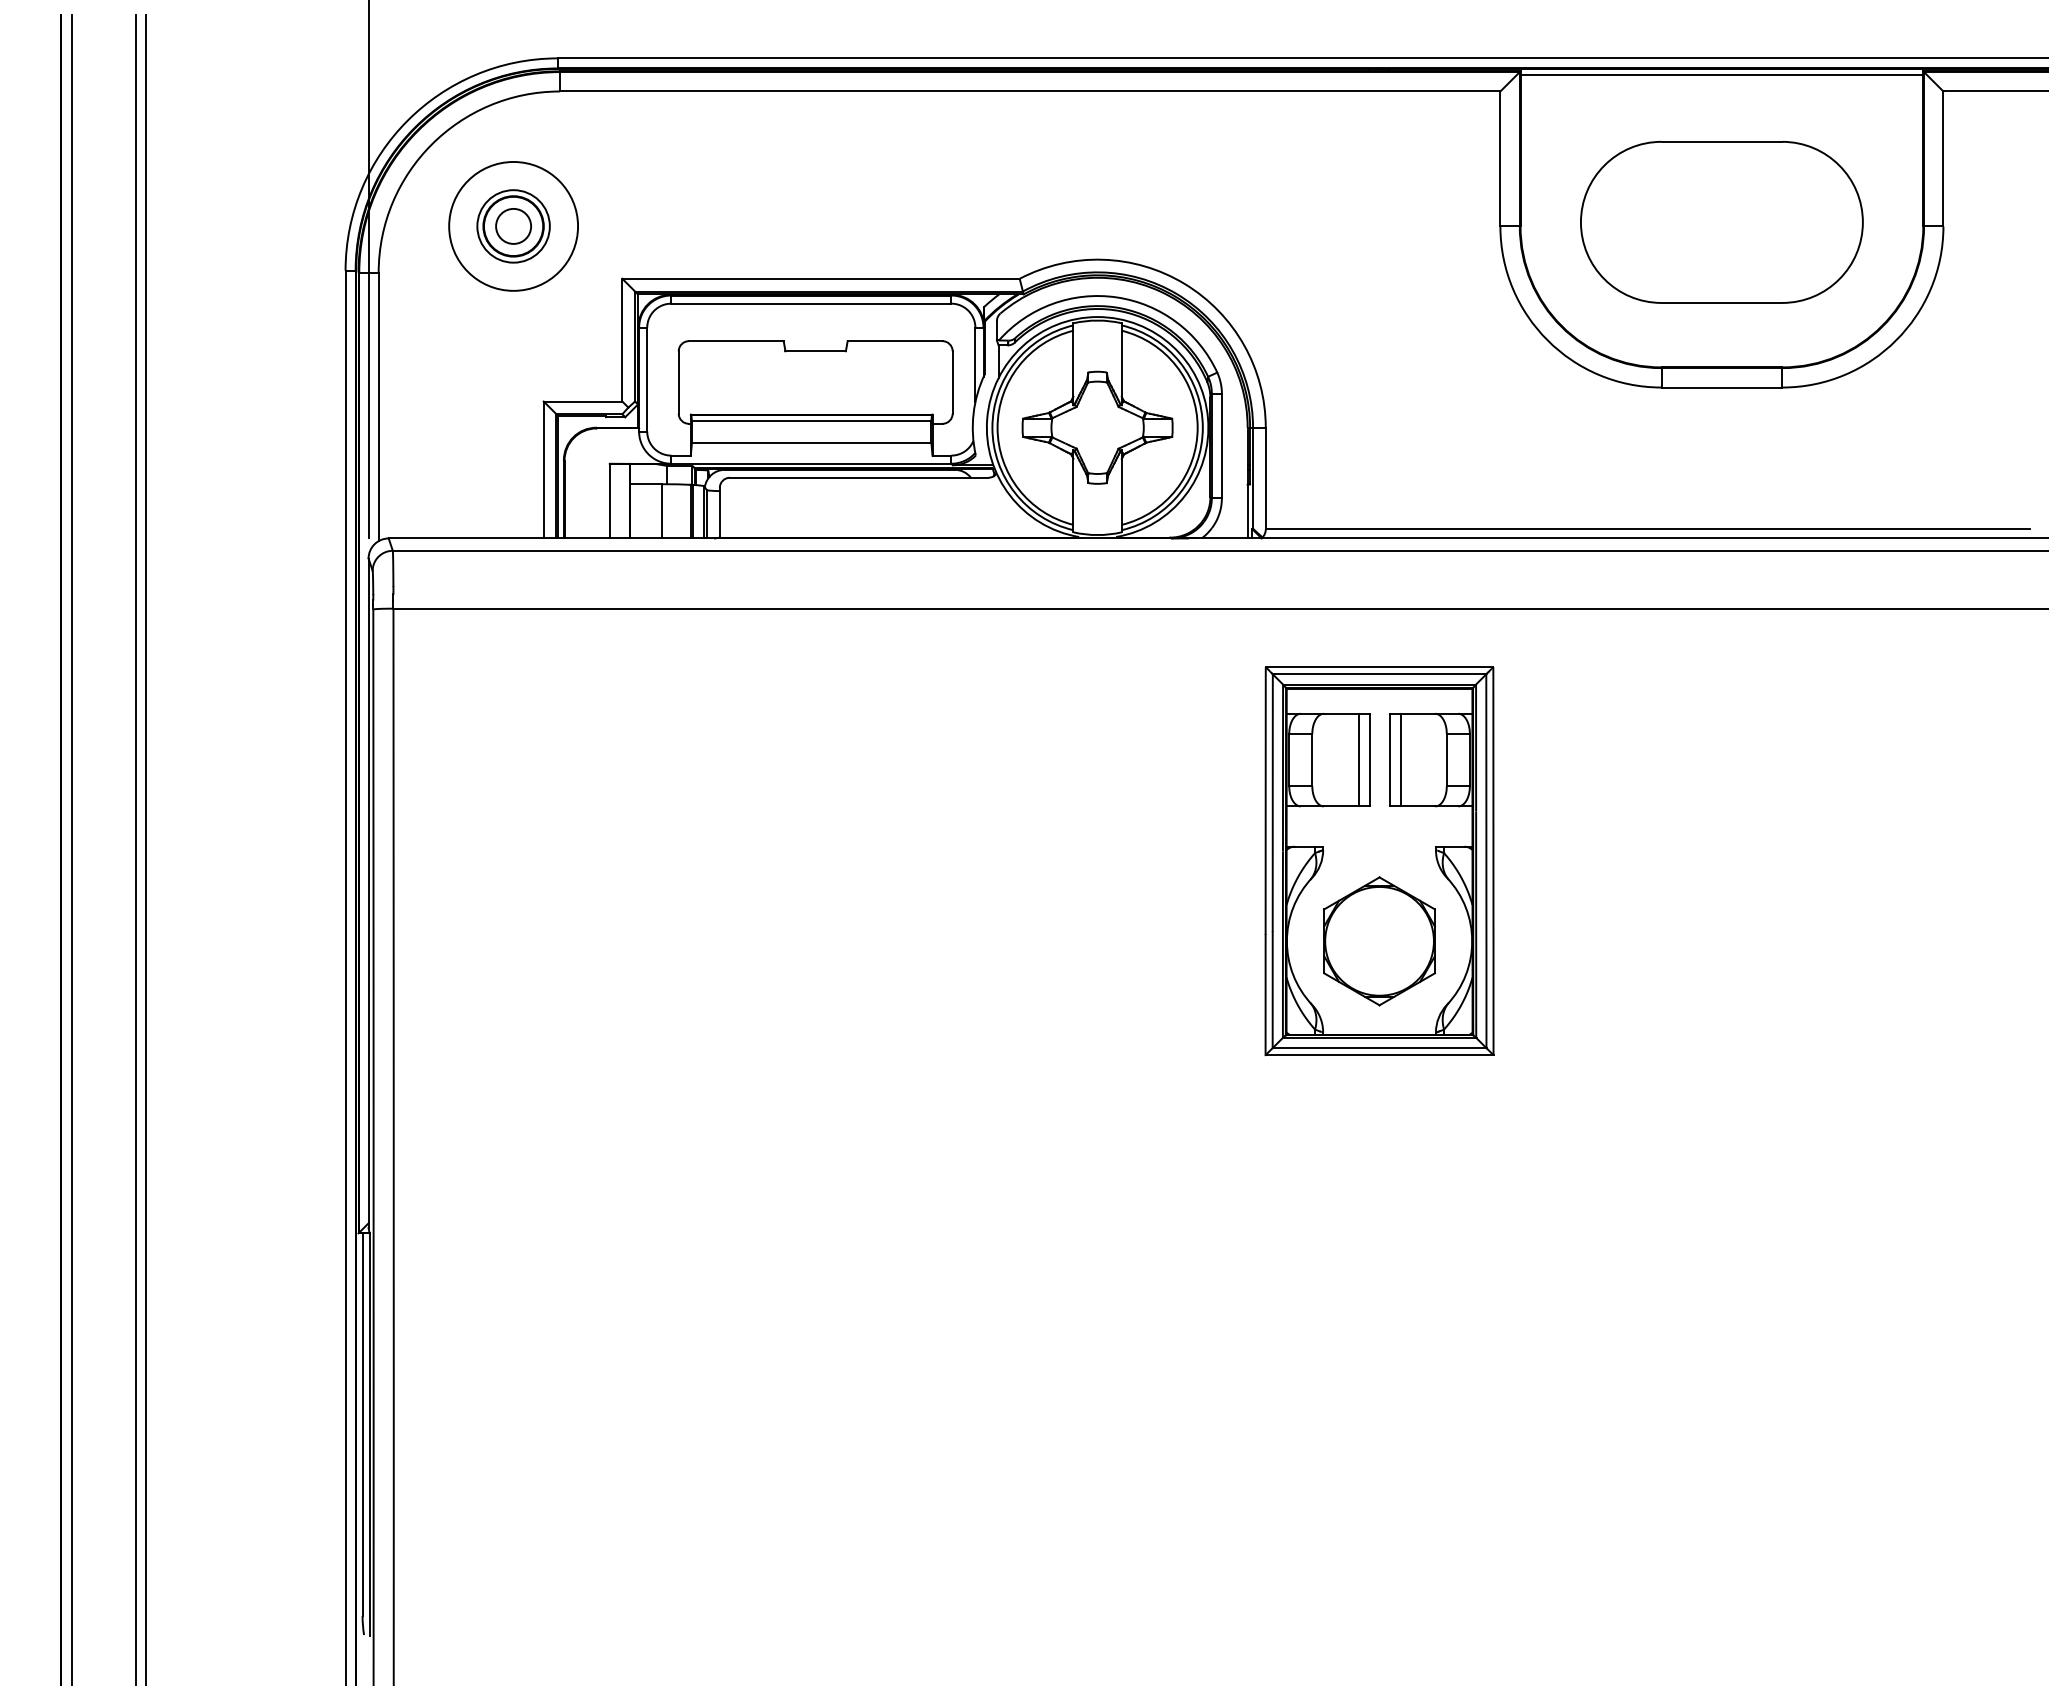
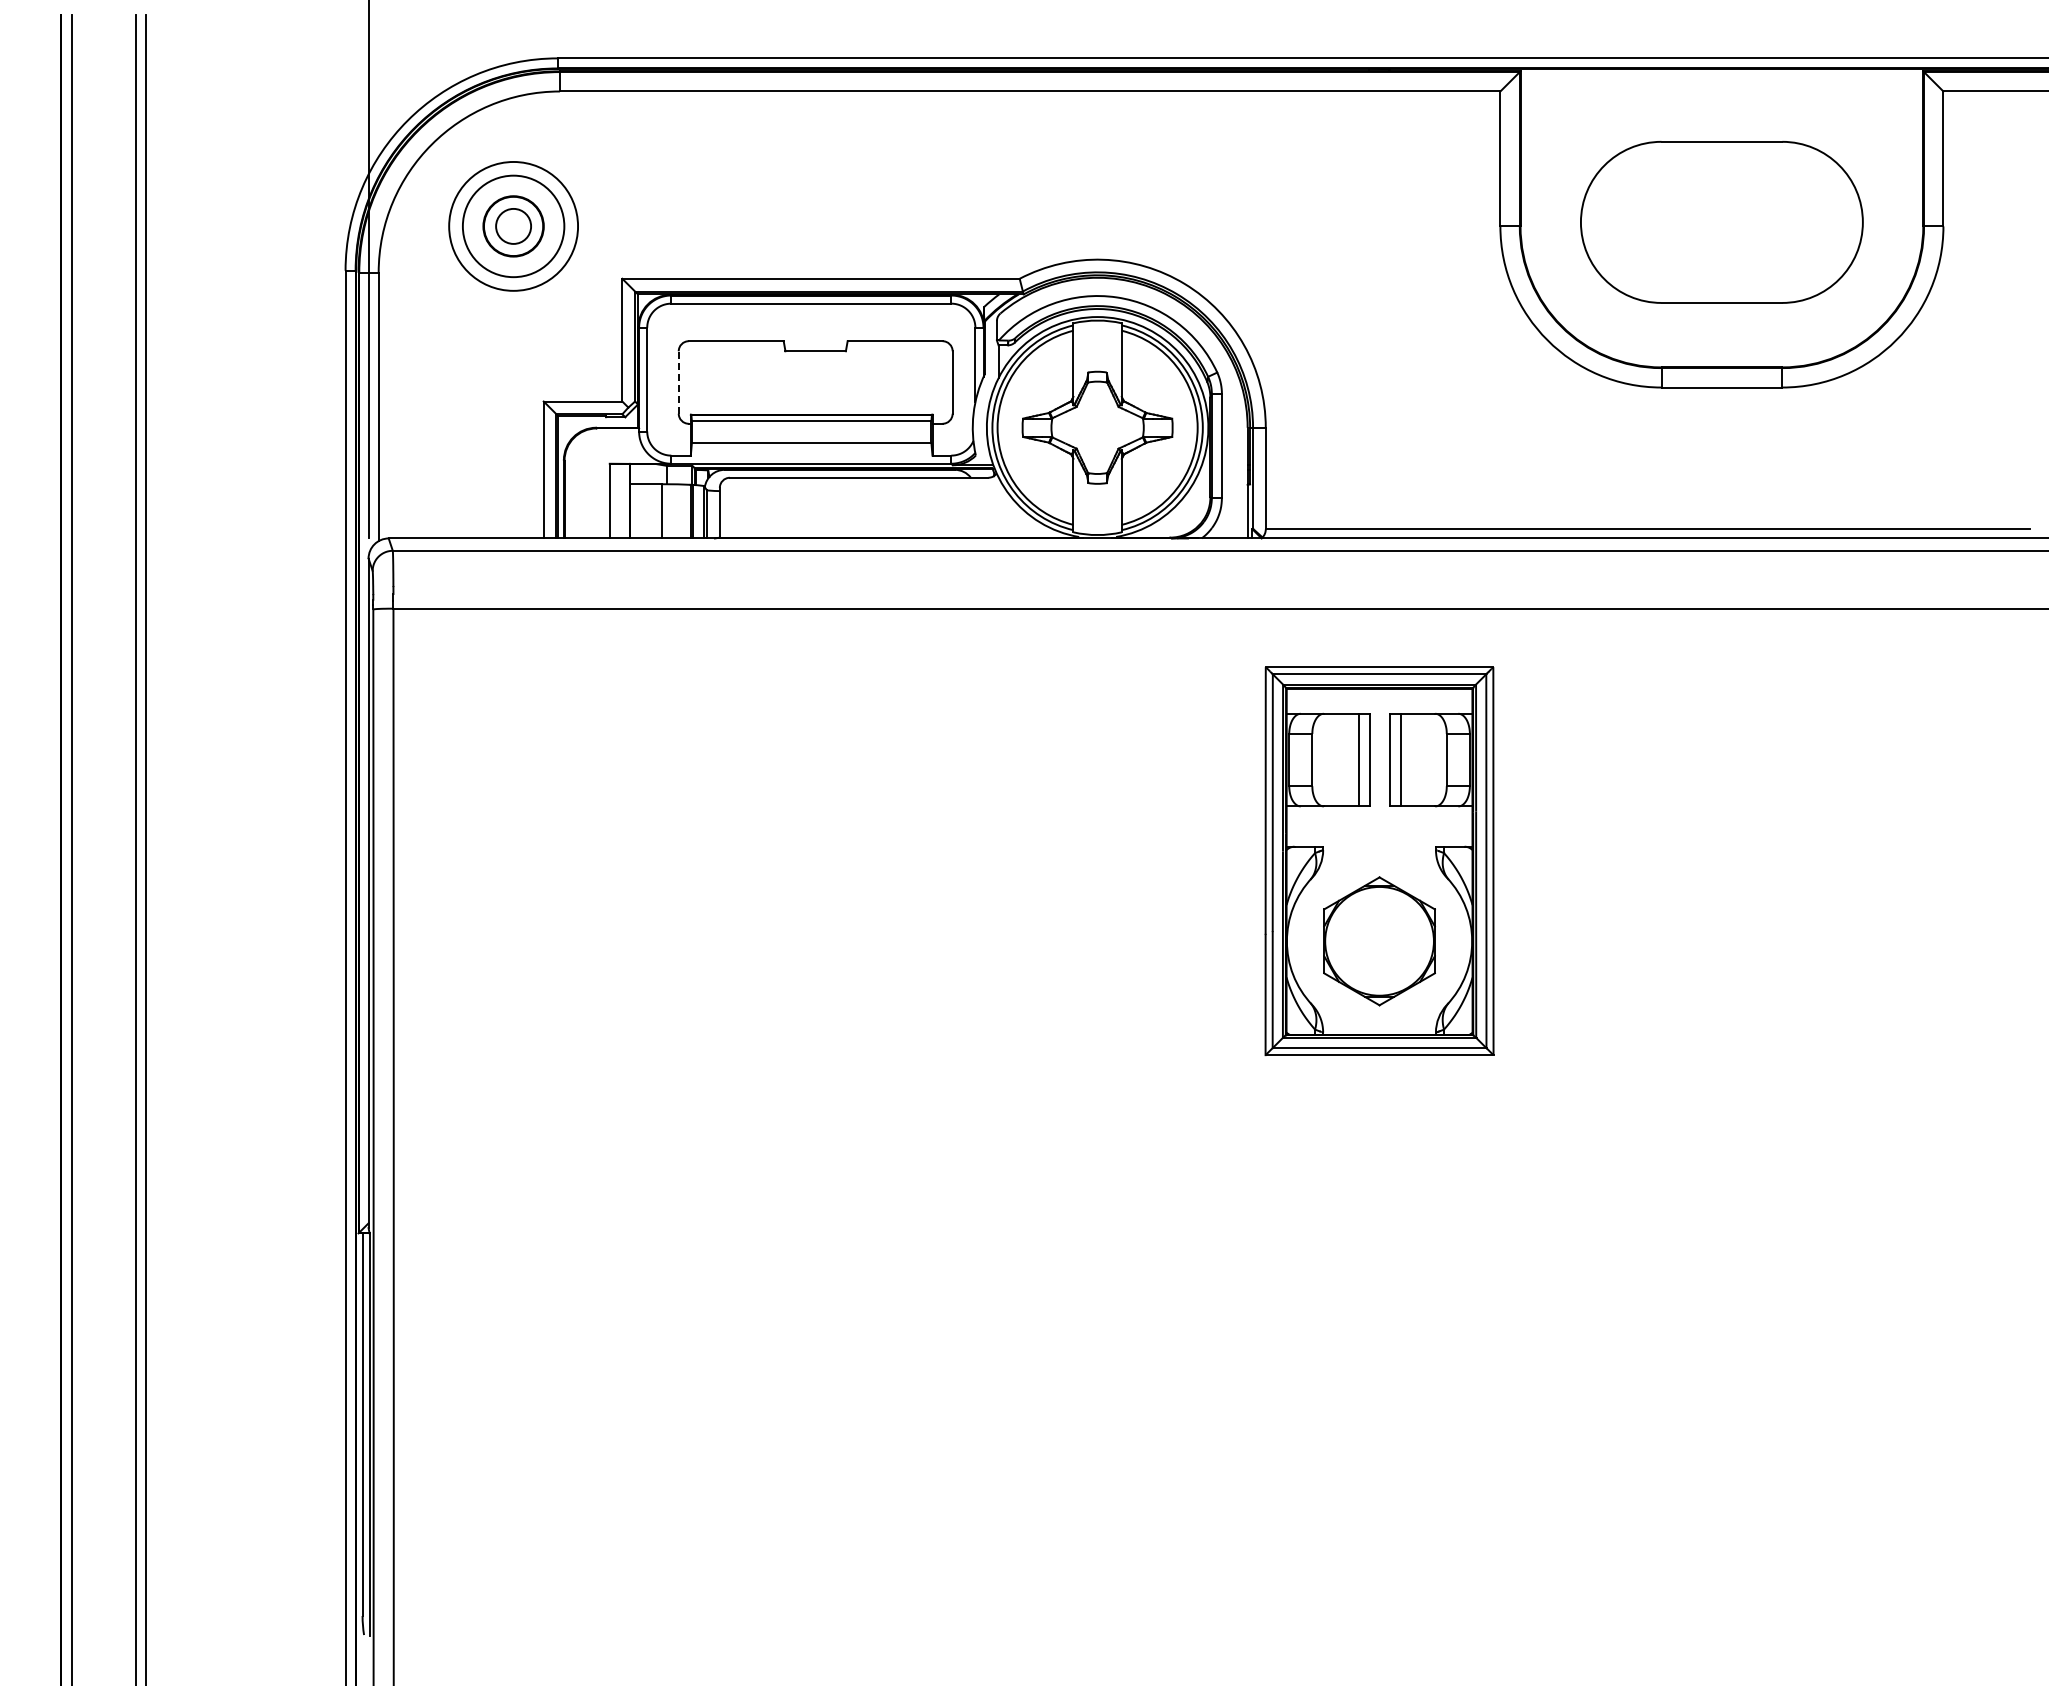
line at (1721, 75): present -> none
circle at (513, 226) diameter: 72 px -> 101 px
line at (678, 382): solid -> dashed
